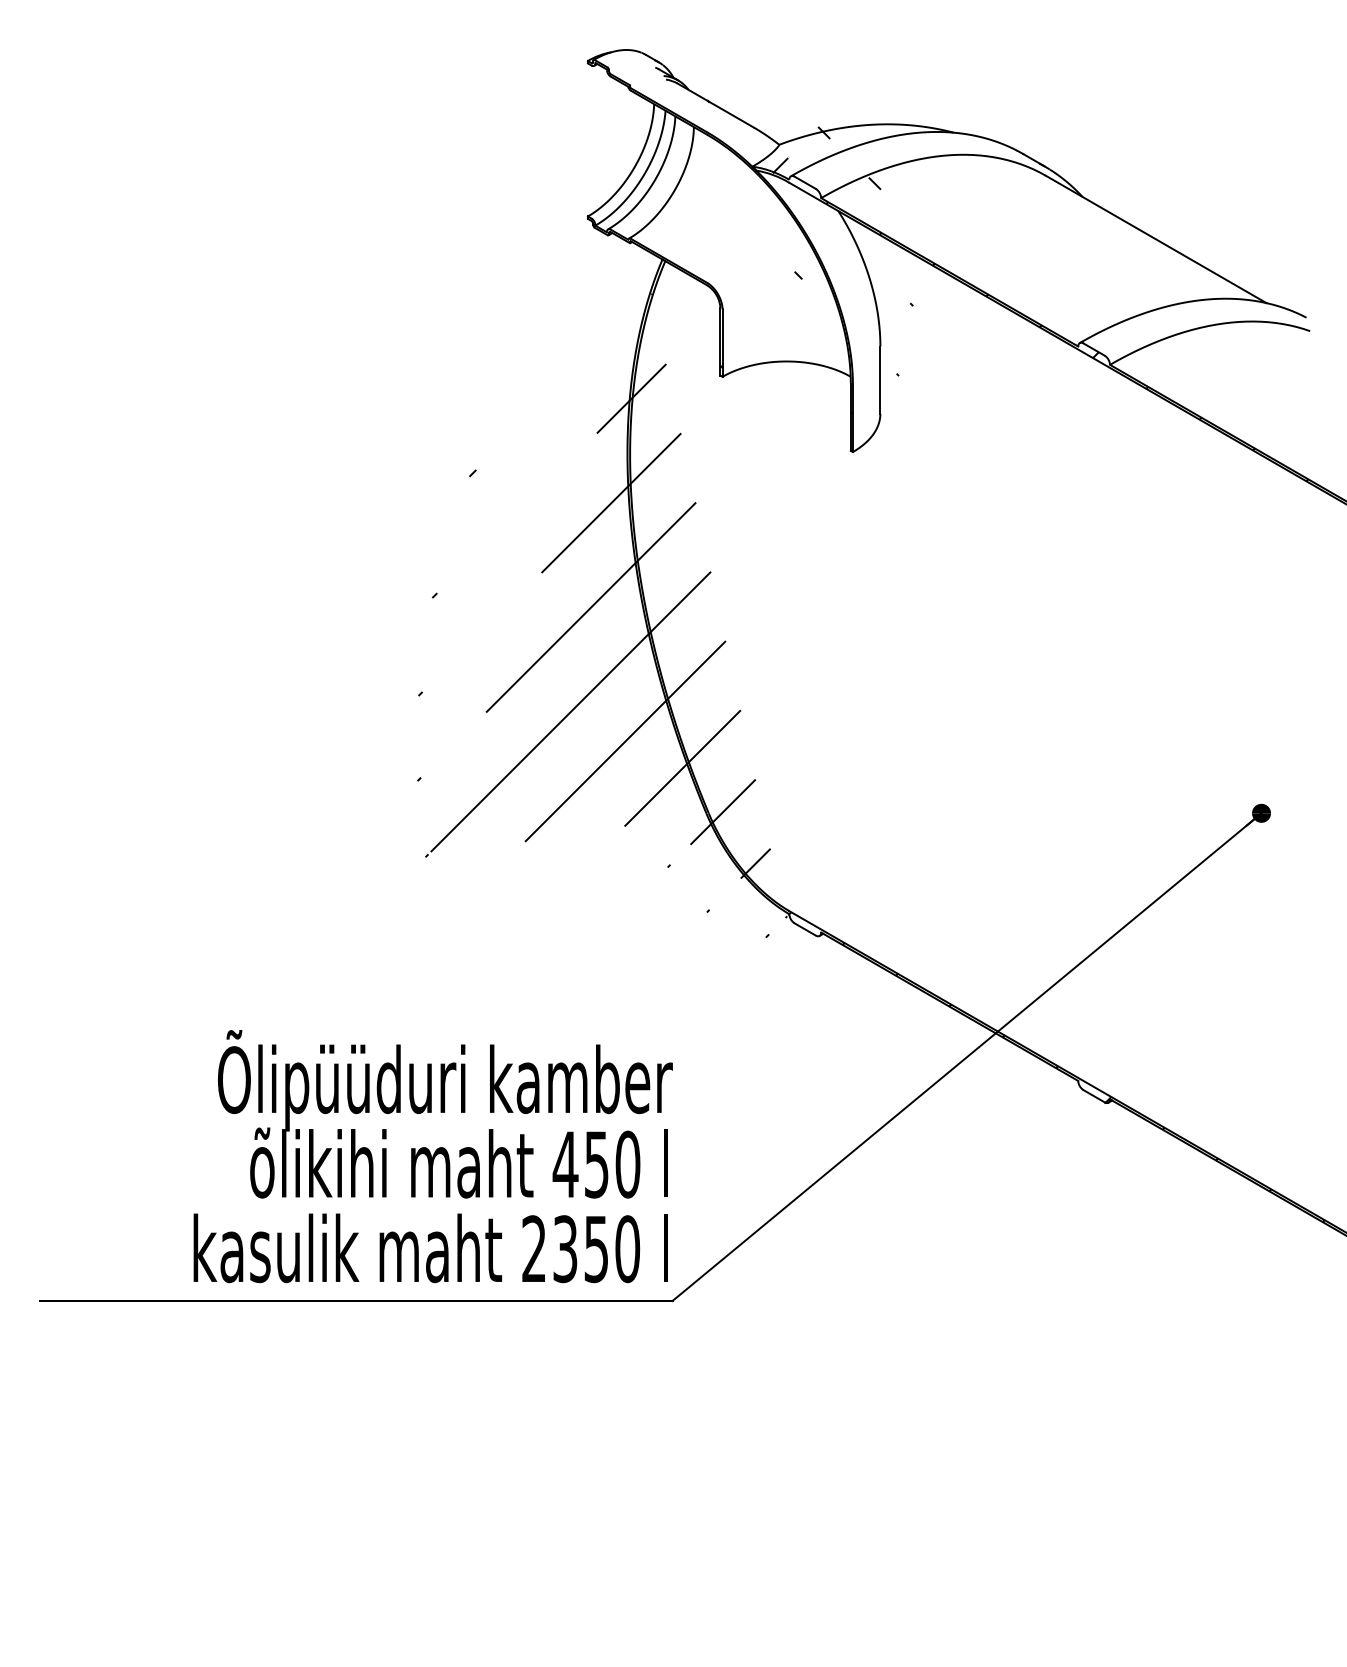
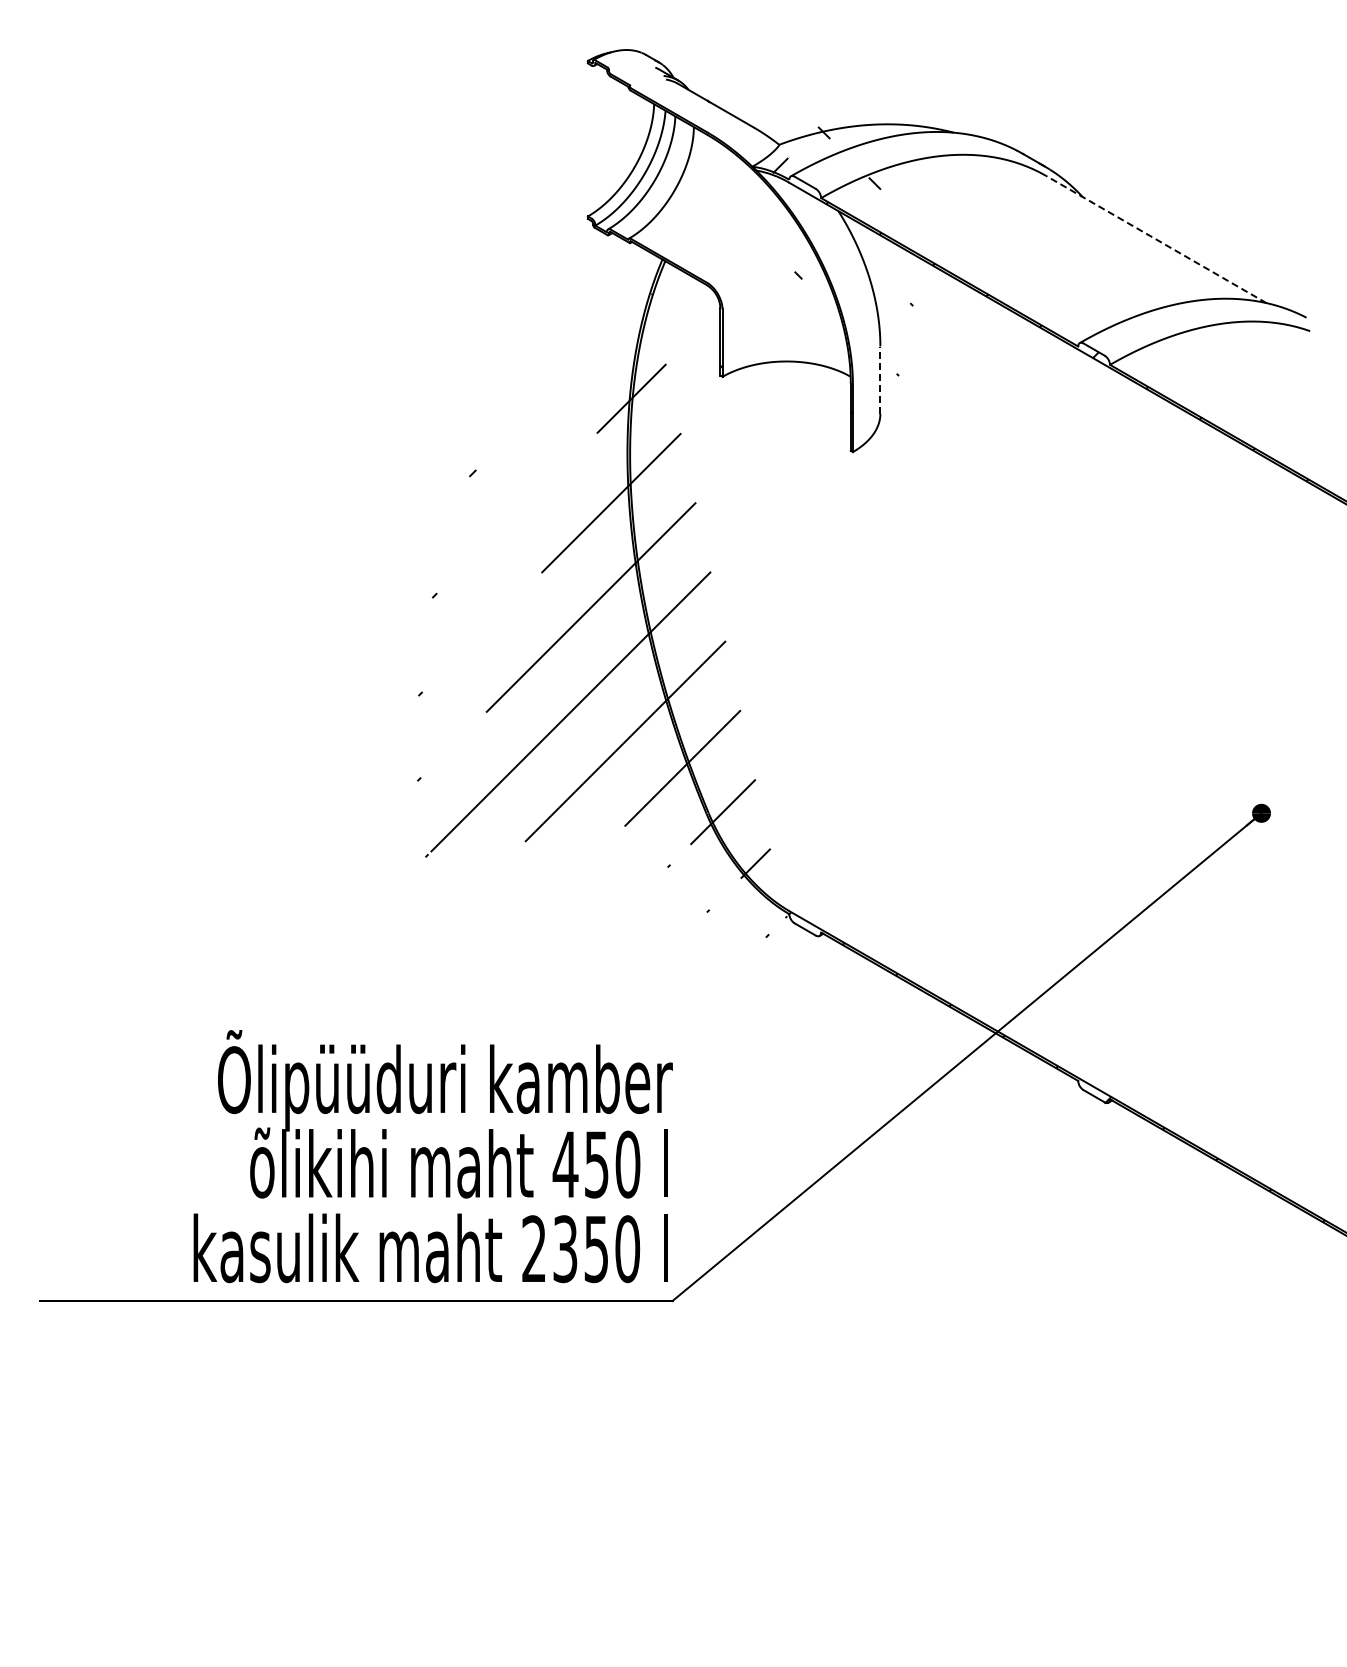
line at (1155, 239): solid -> dashed
line at (880, 380): solid -> dashed
